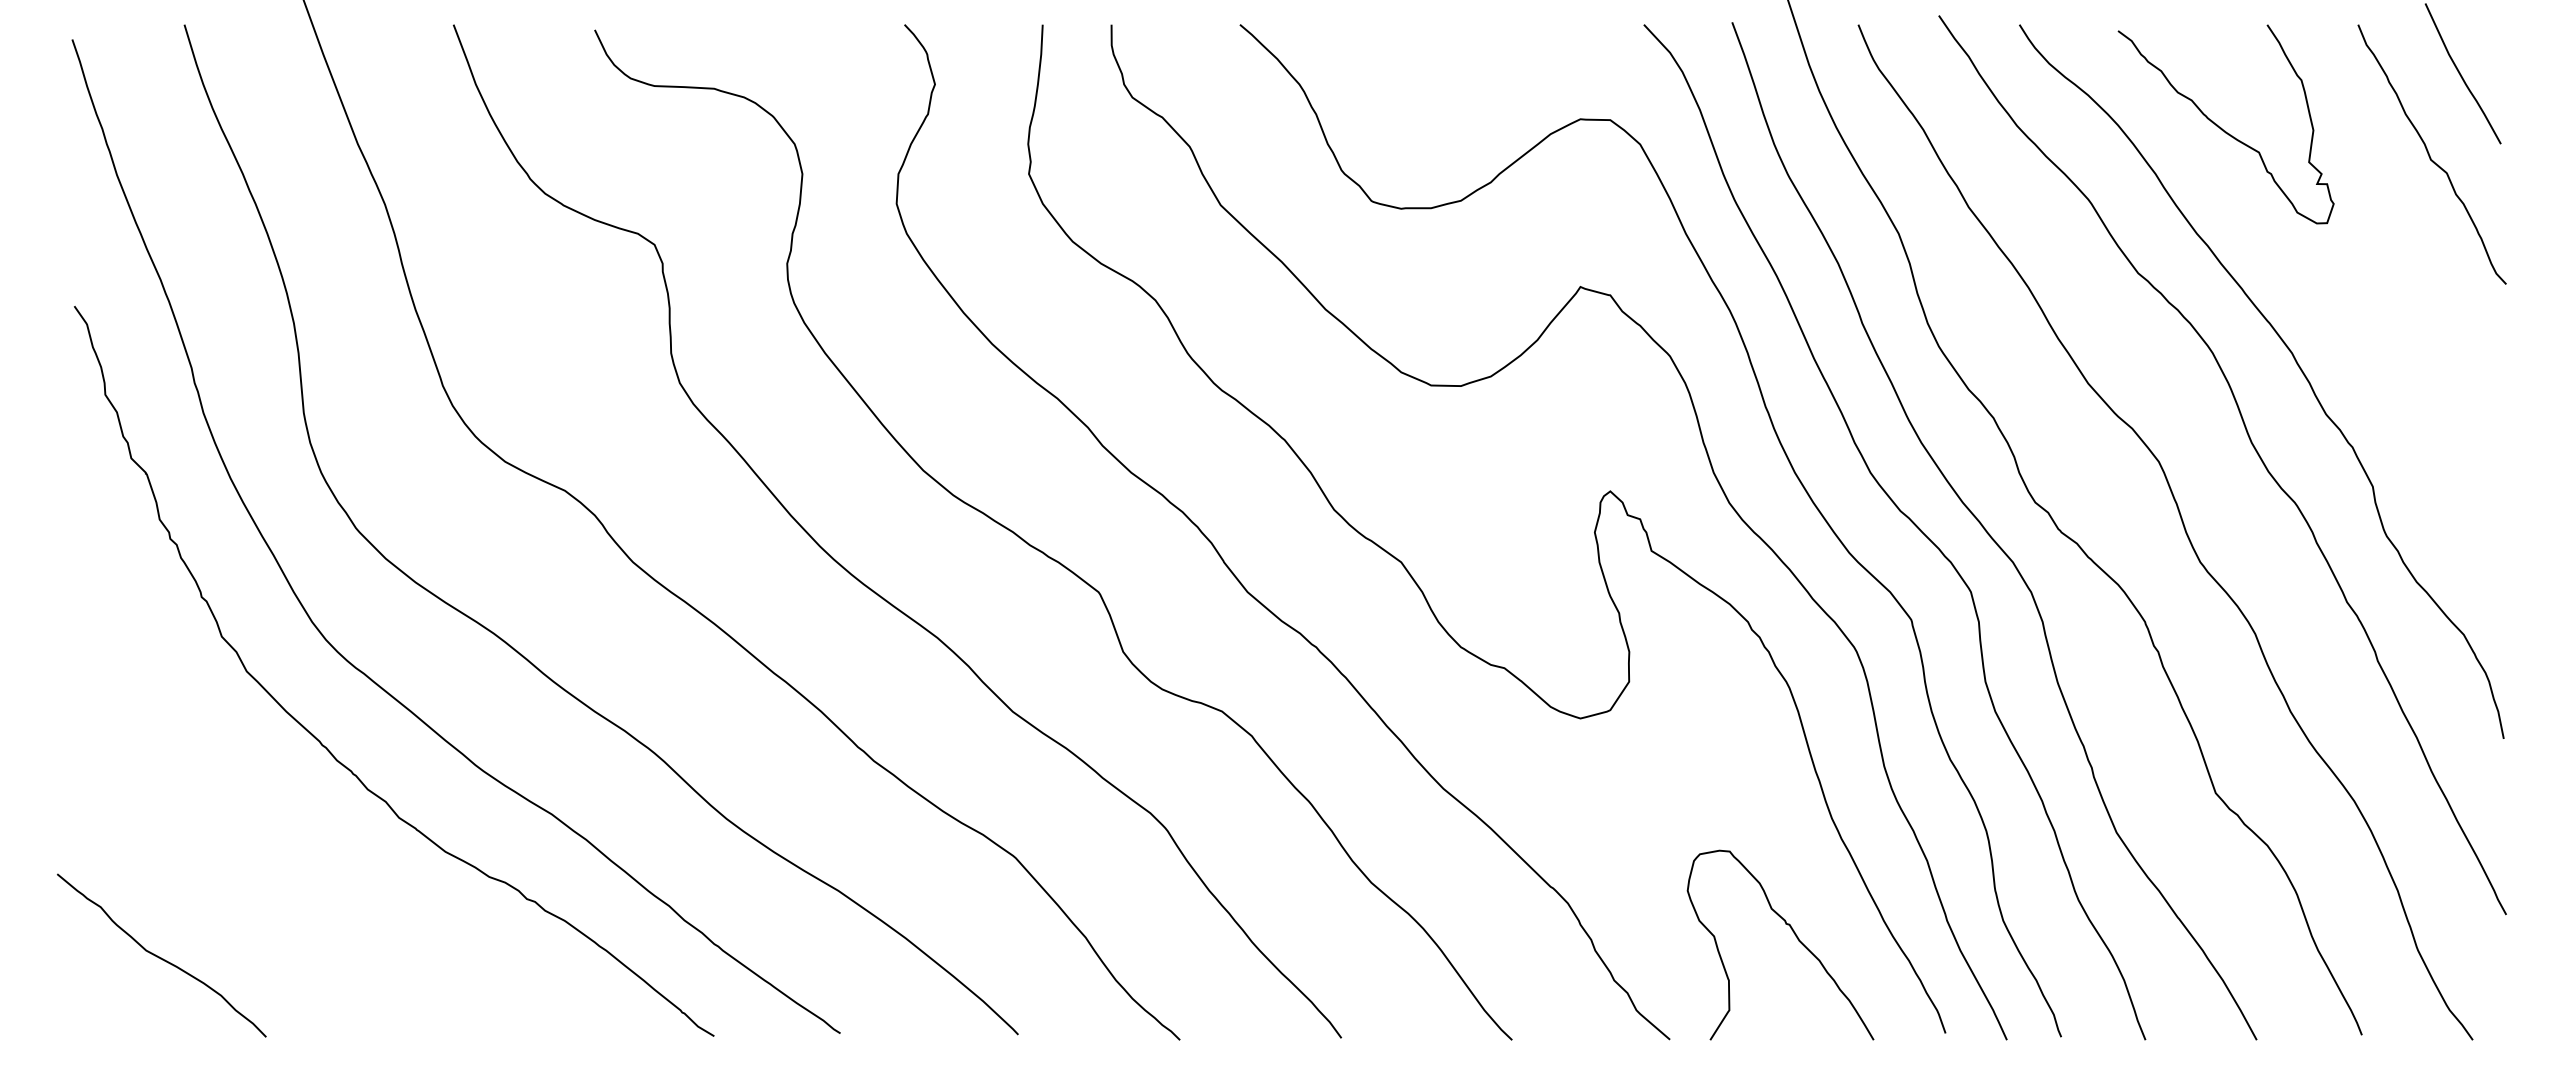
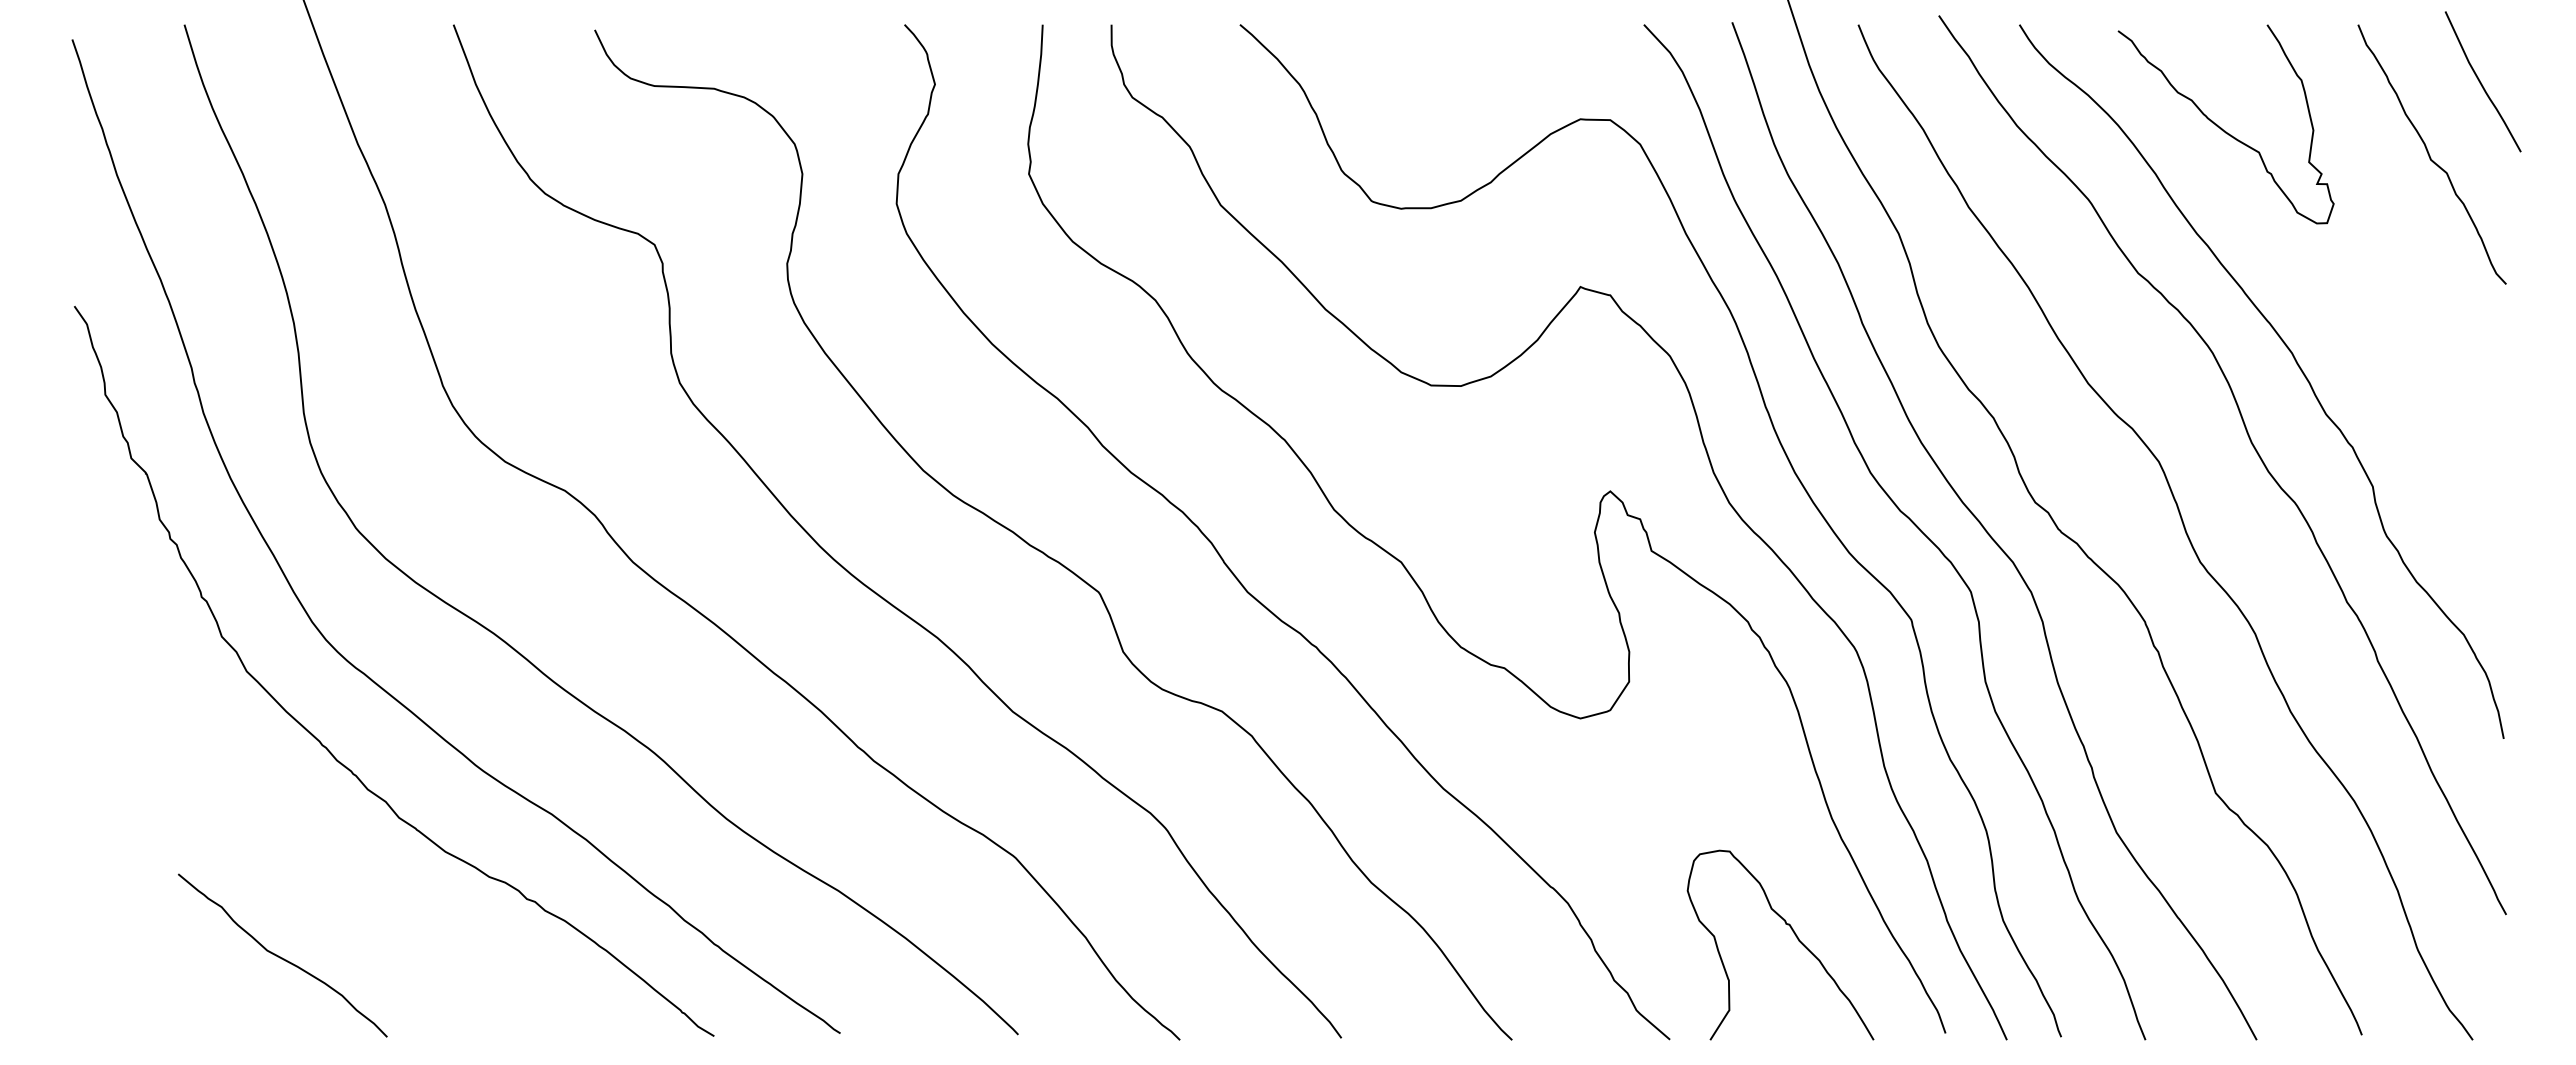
curve at (2461, 74) position: (2461, 74) -> (2481, 82)
curve at (161, 957) position: (161, 957) -> (282, 957)
